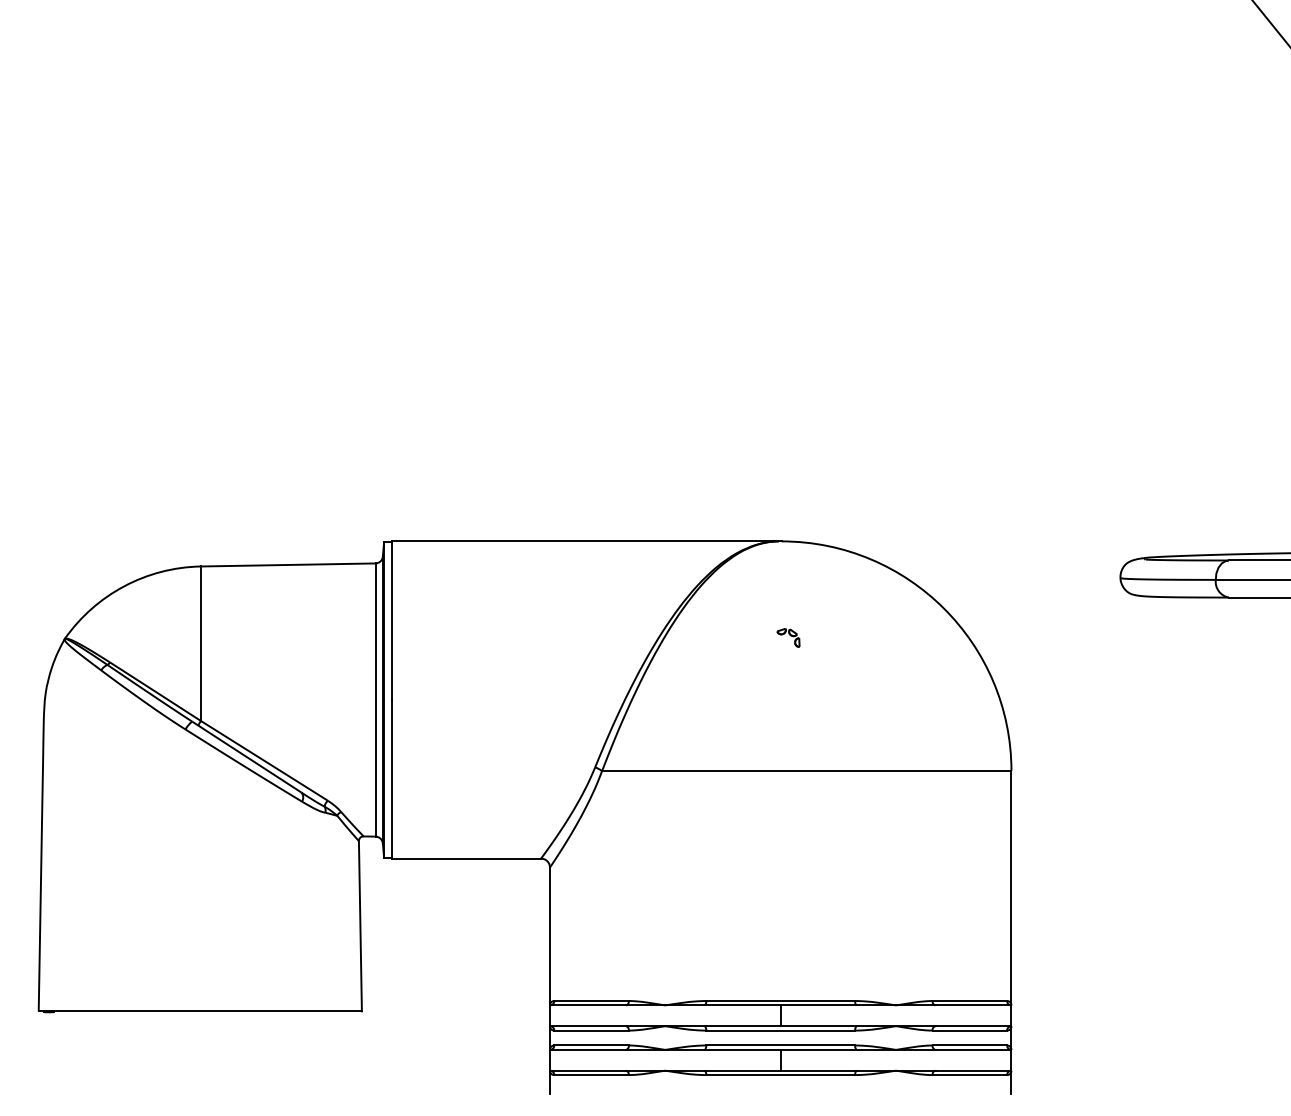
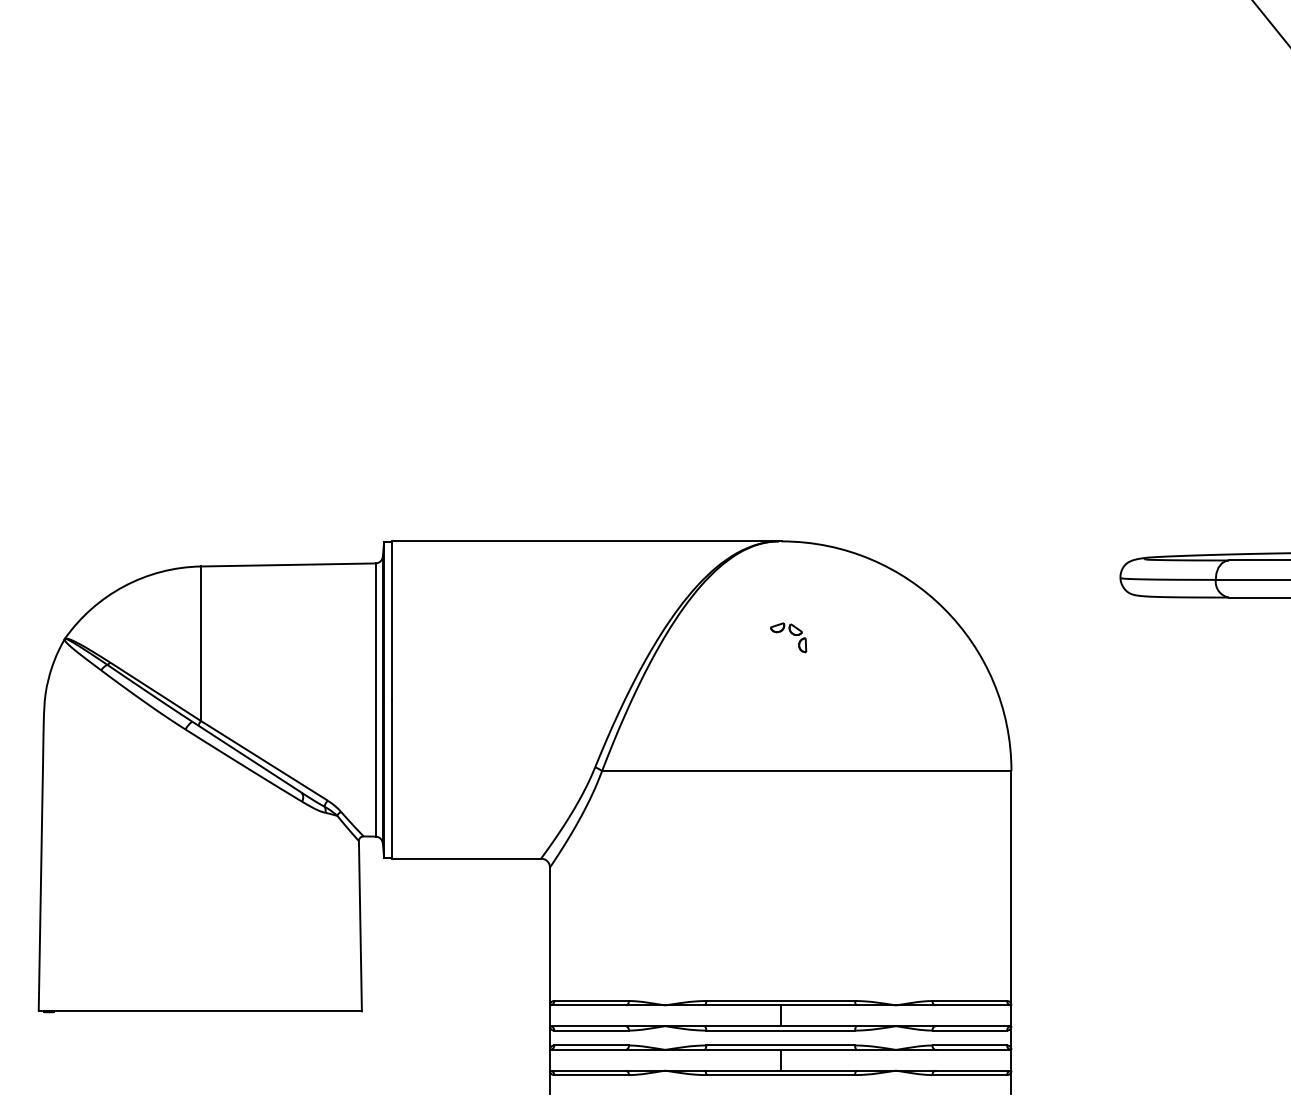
part at (788, 637) size: 25x20 px -> 39x32 px
